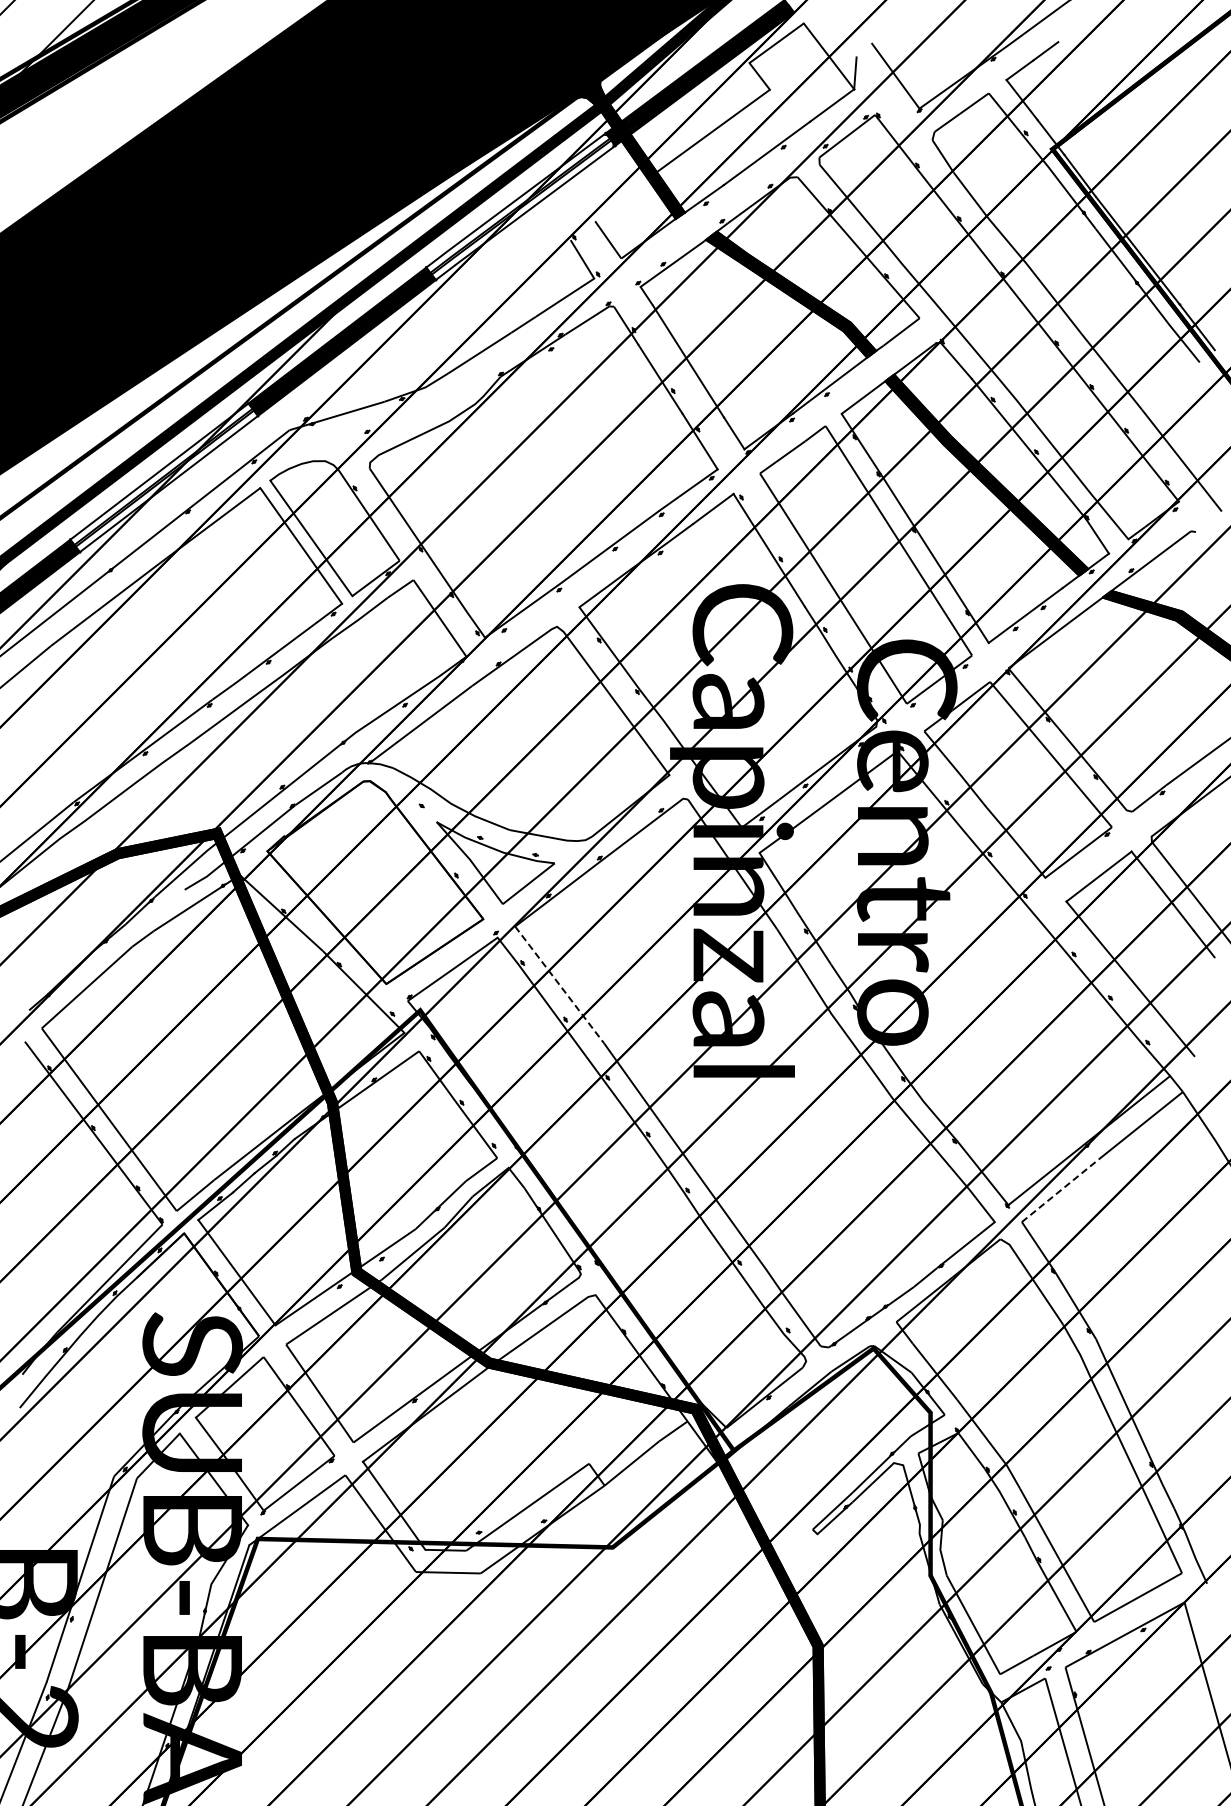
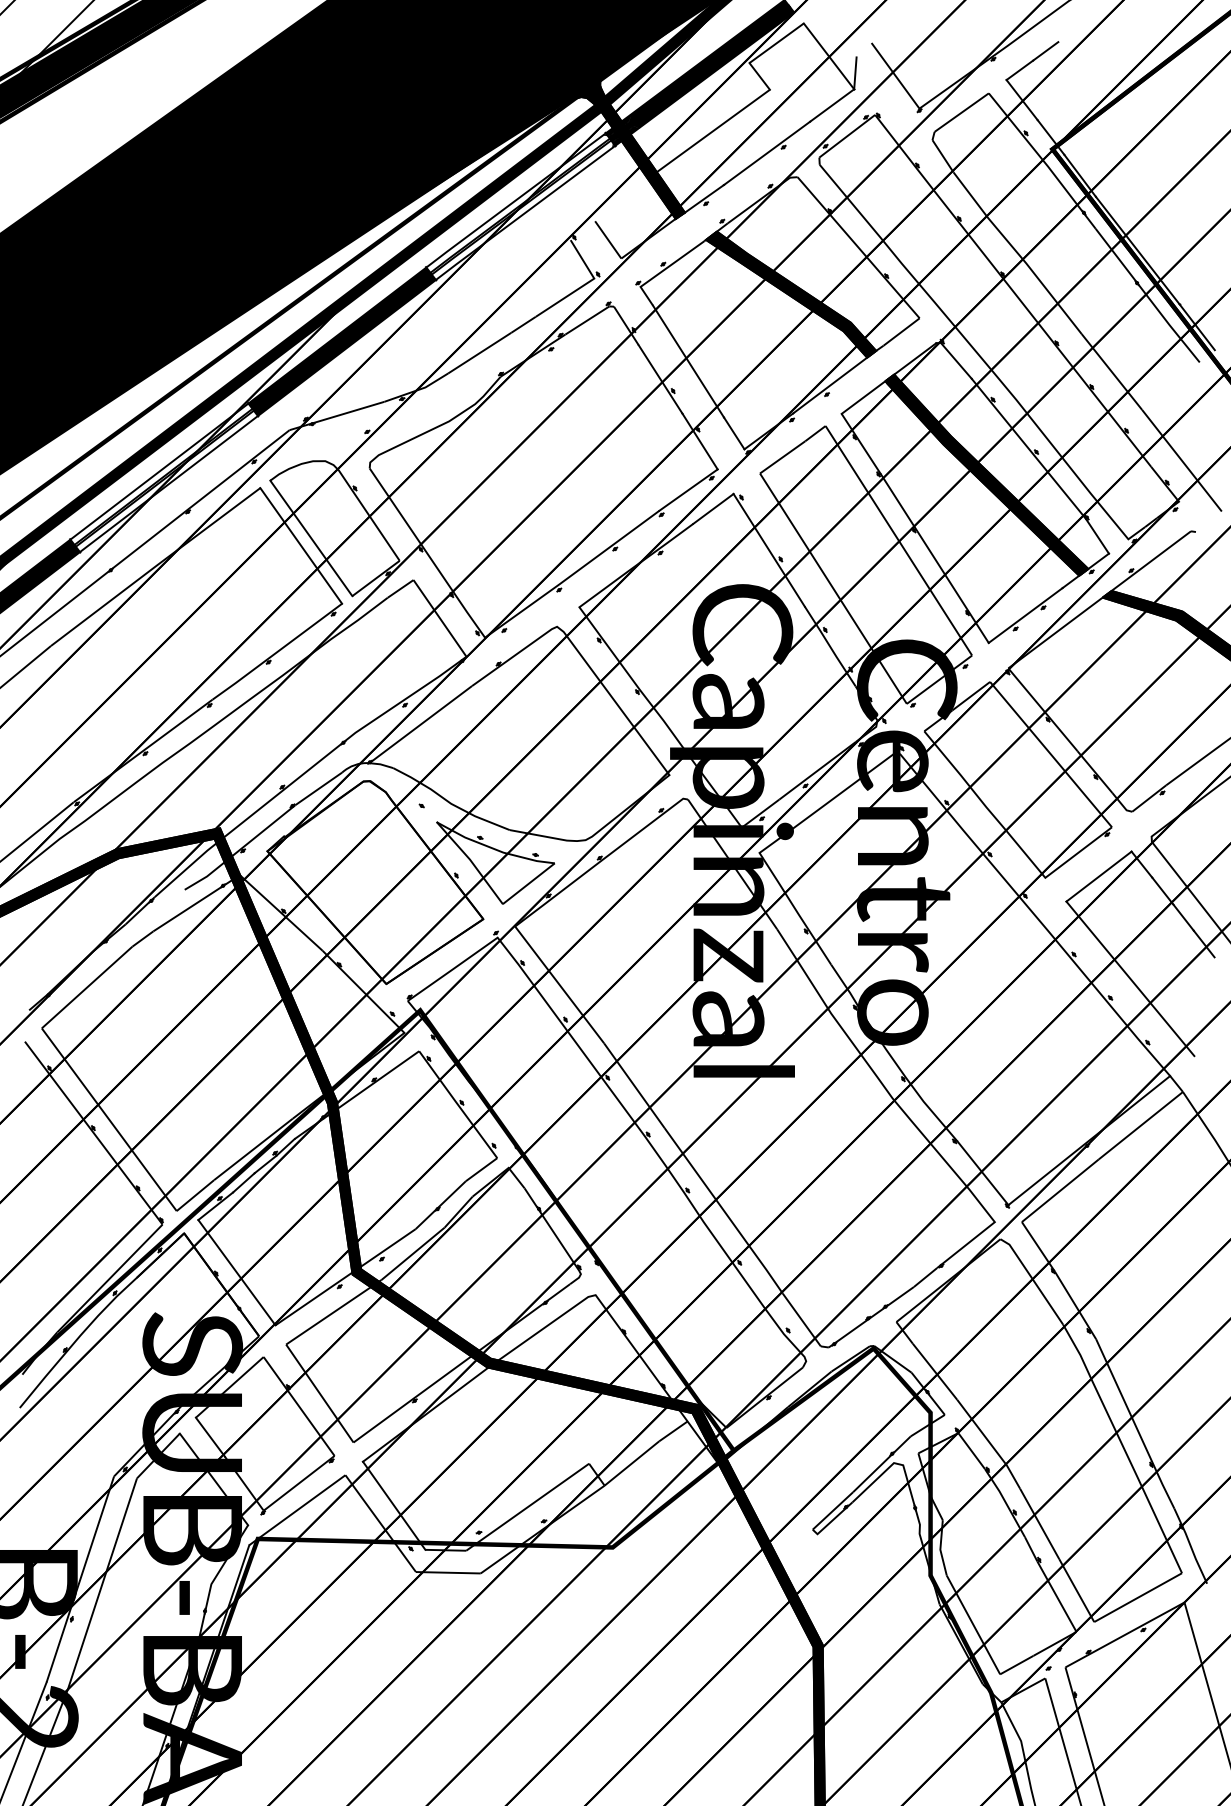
line at (559, 985): dashed -> solid
line at (1060, 1190): dashed -> solid
